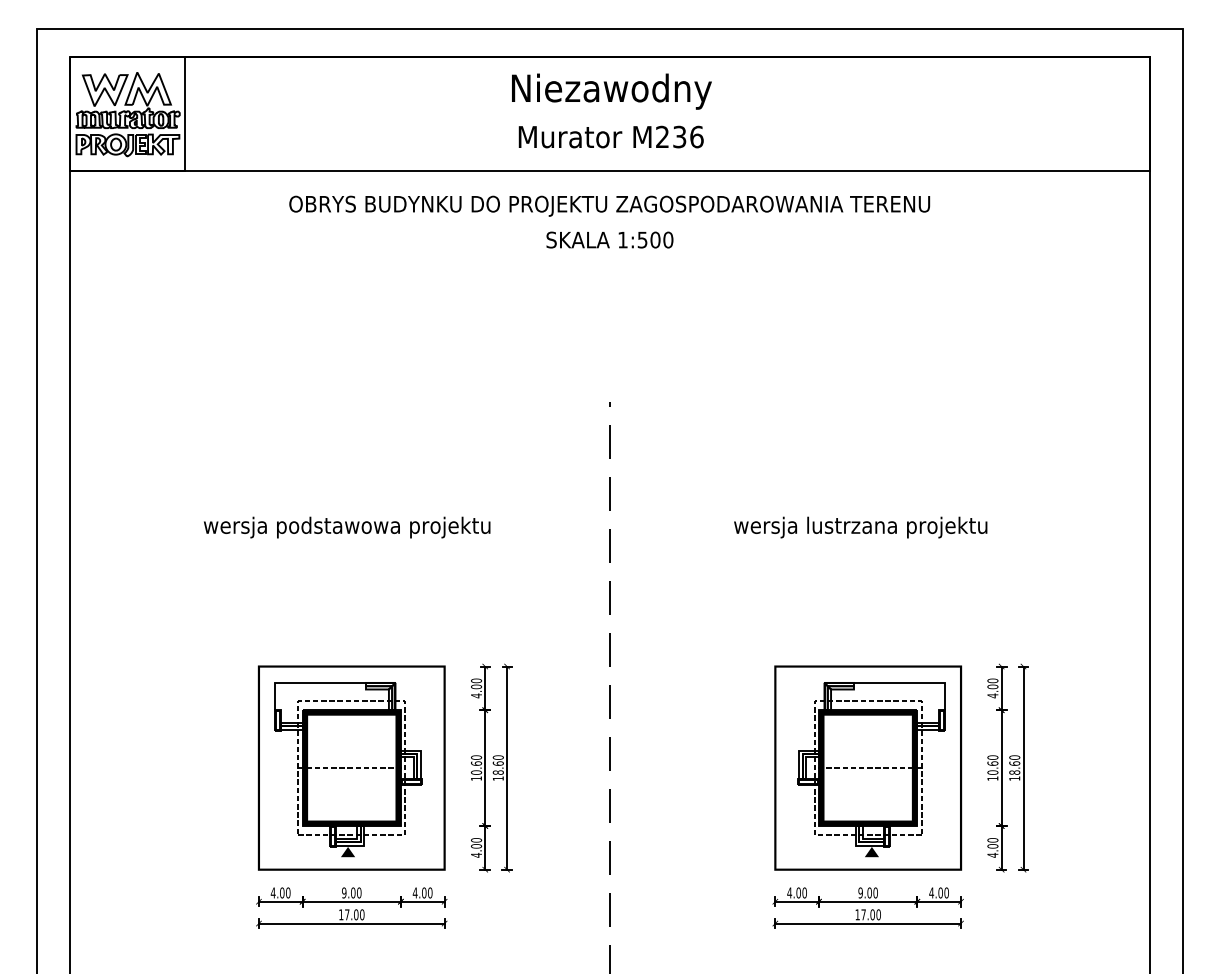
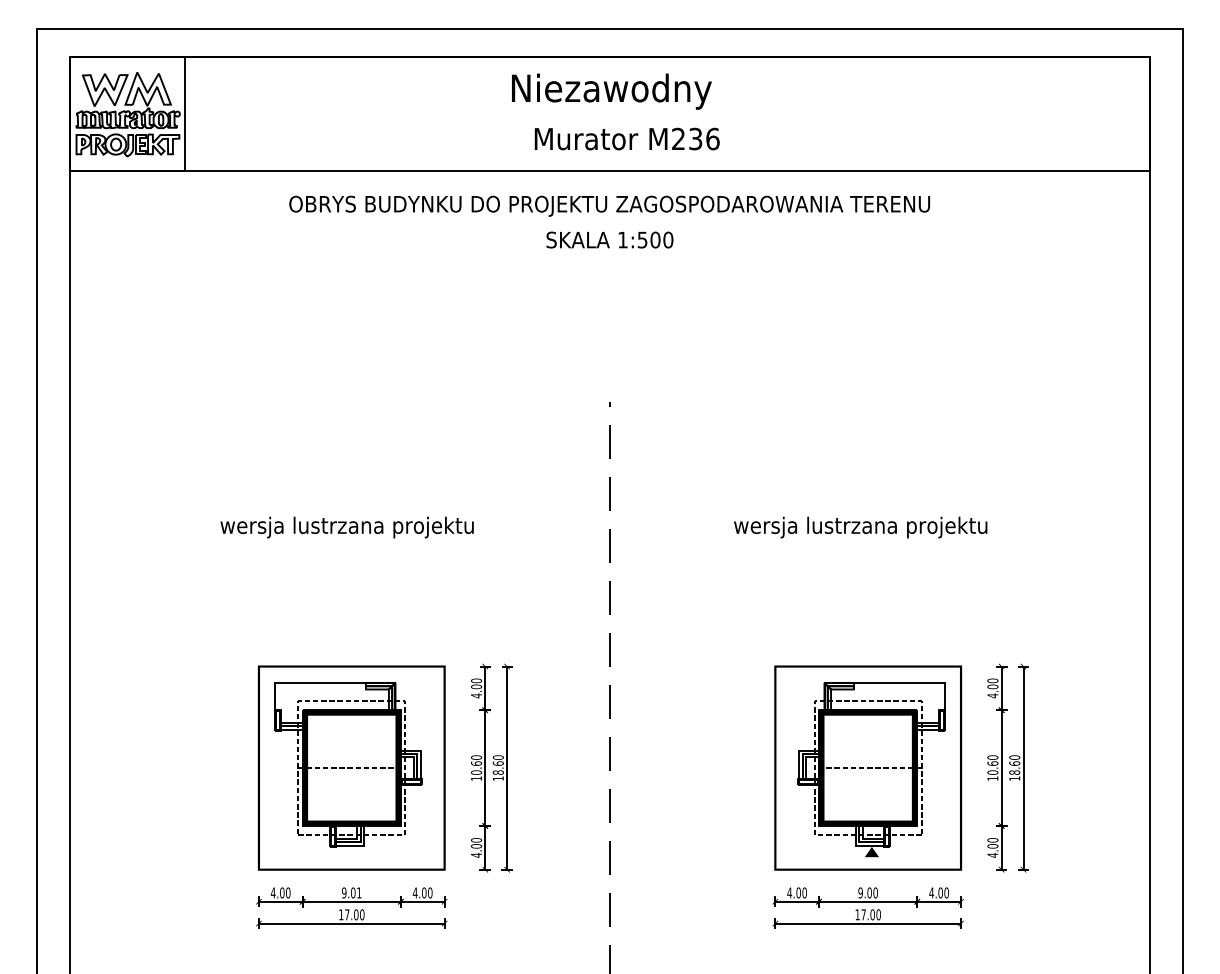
text at (610, 136) position: (610, 136) -> (626, 138)
text at (346, 527): wersja podstawowa projektu -> wersja lustrzana projektu
fill at (347, 851): present -> none
text at (359, 892): 9.00 -> 9.01
